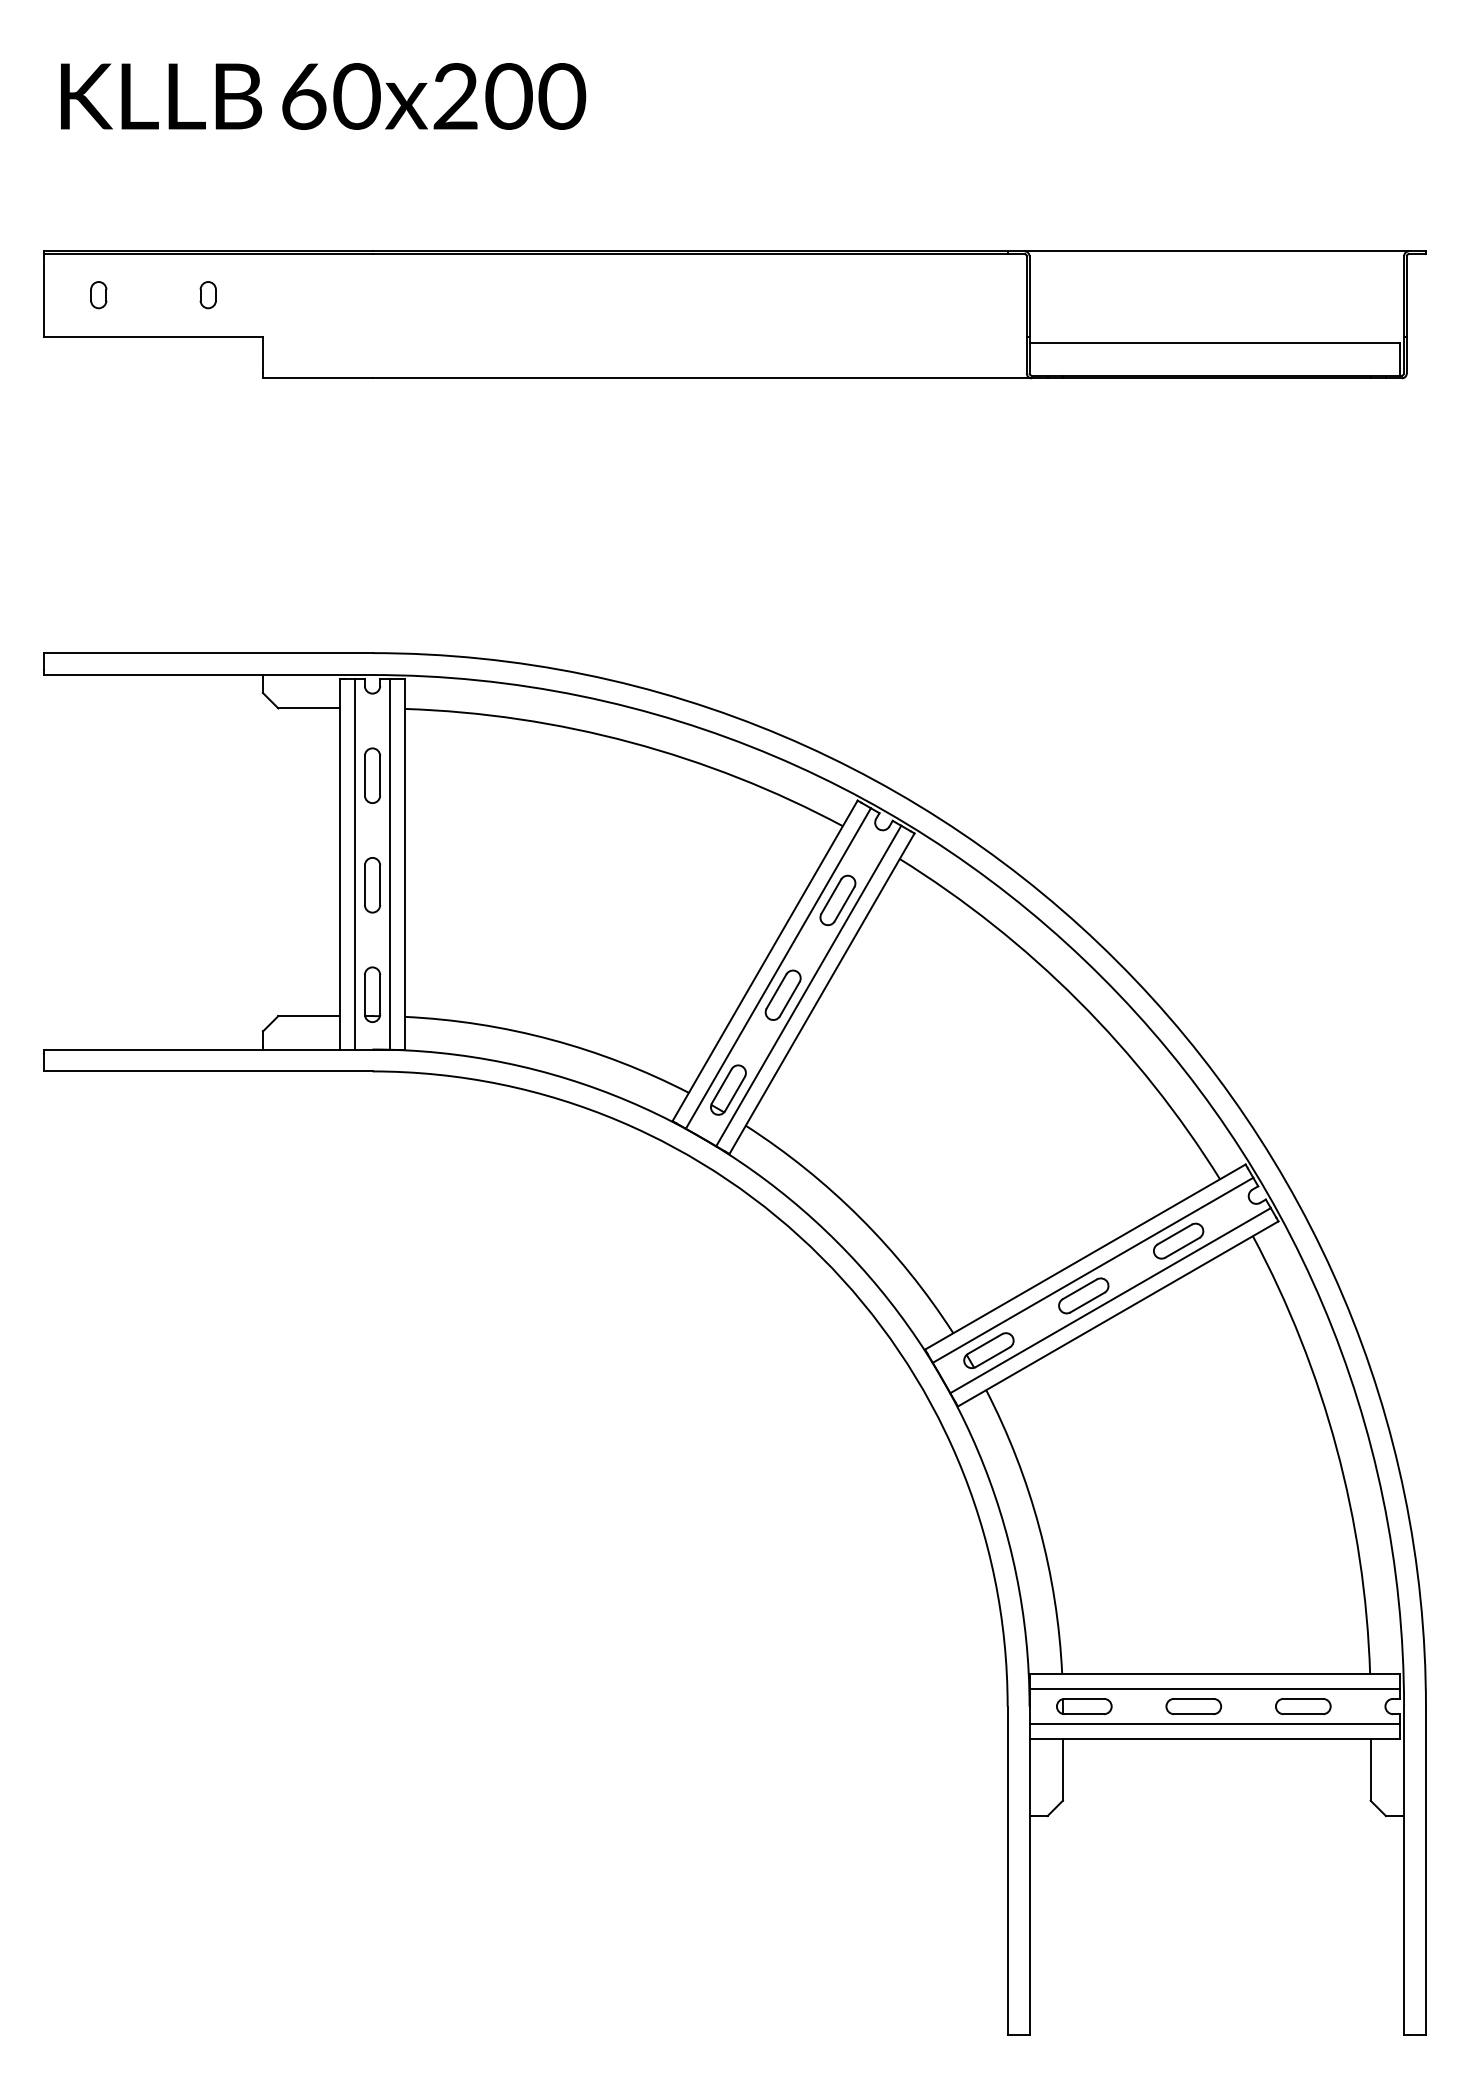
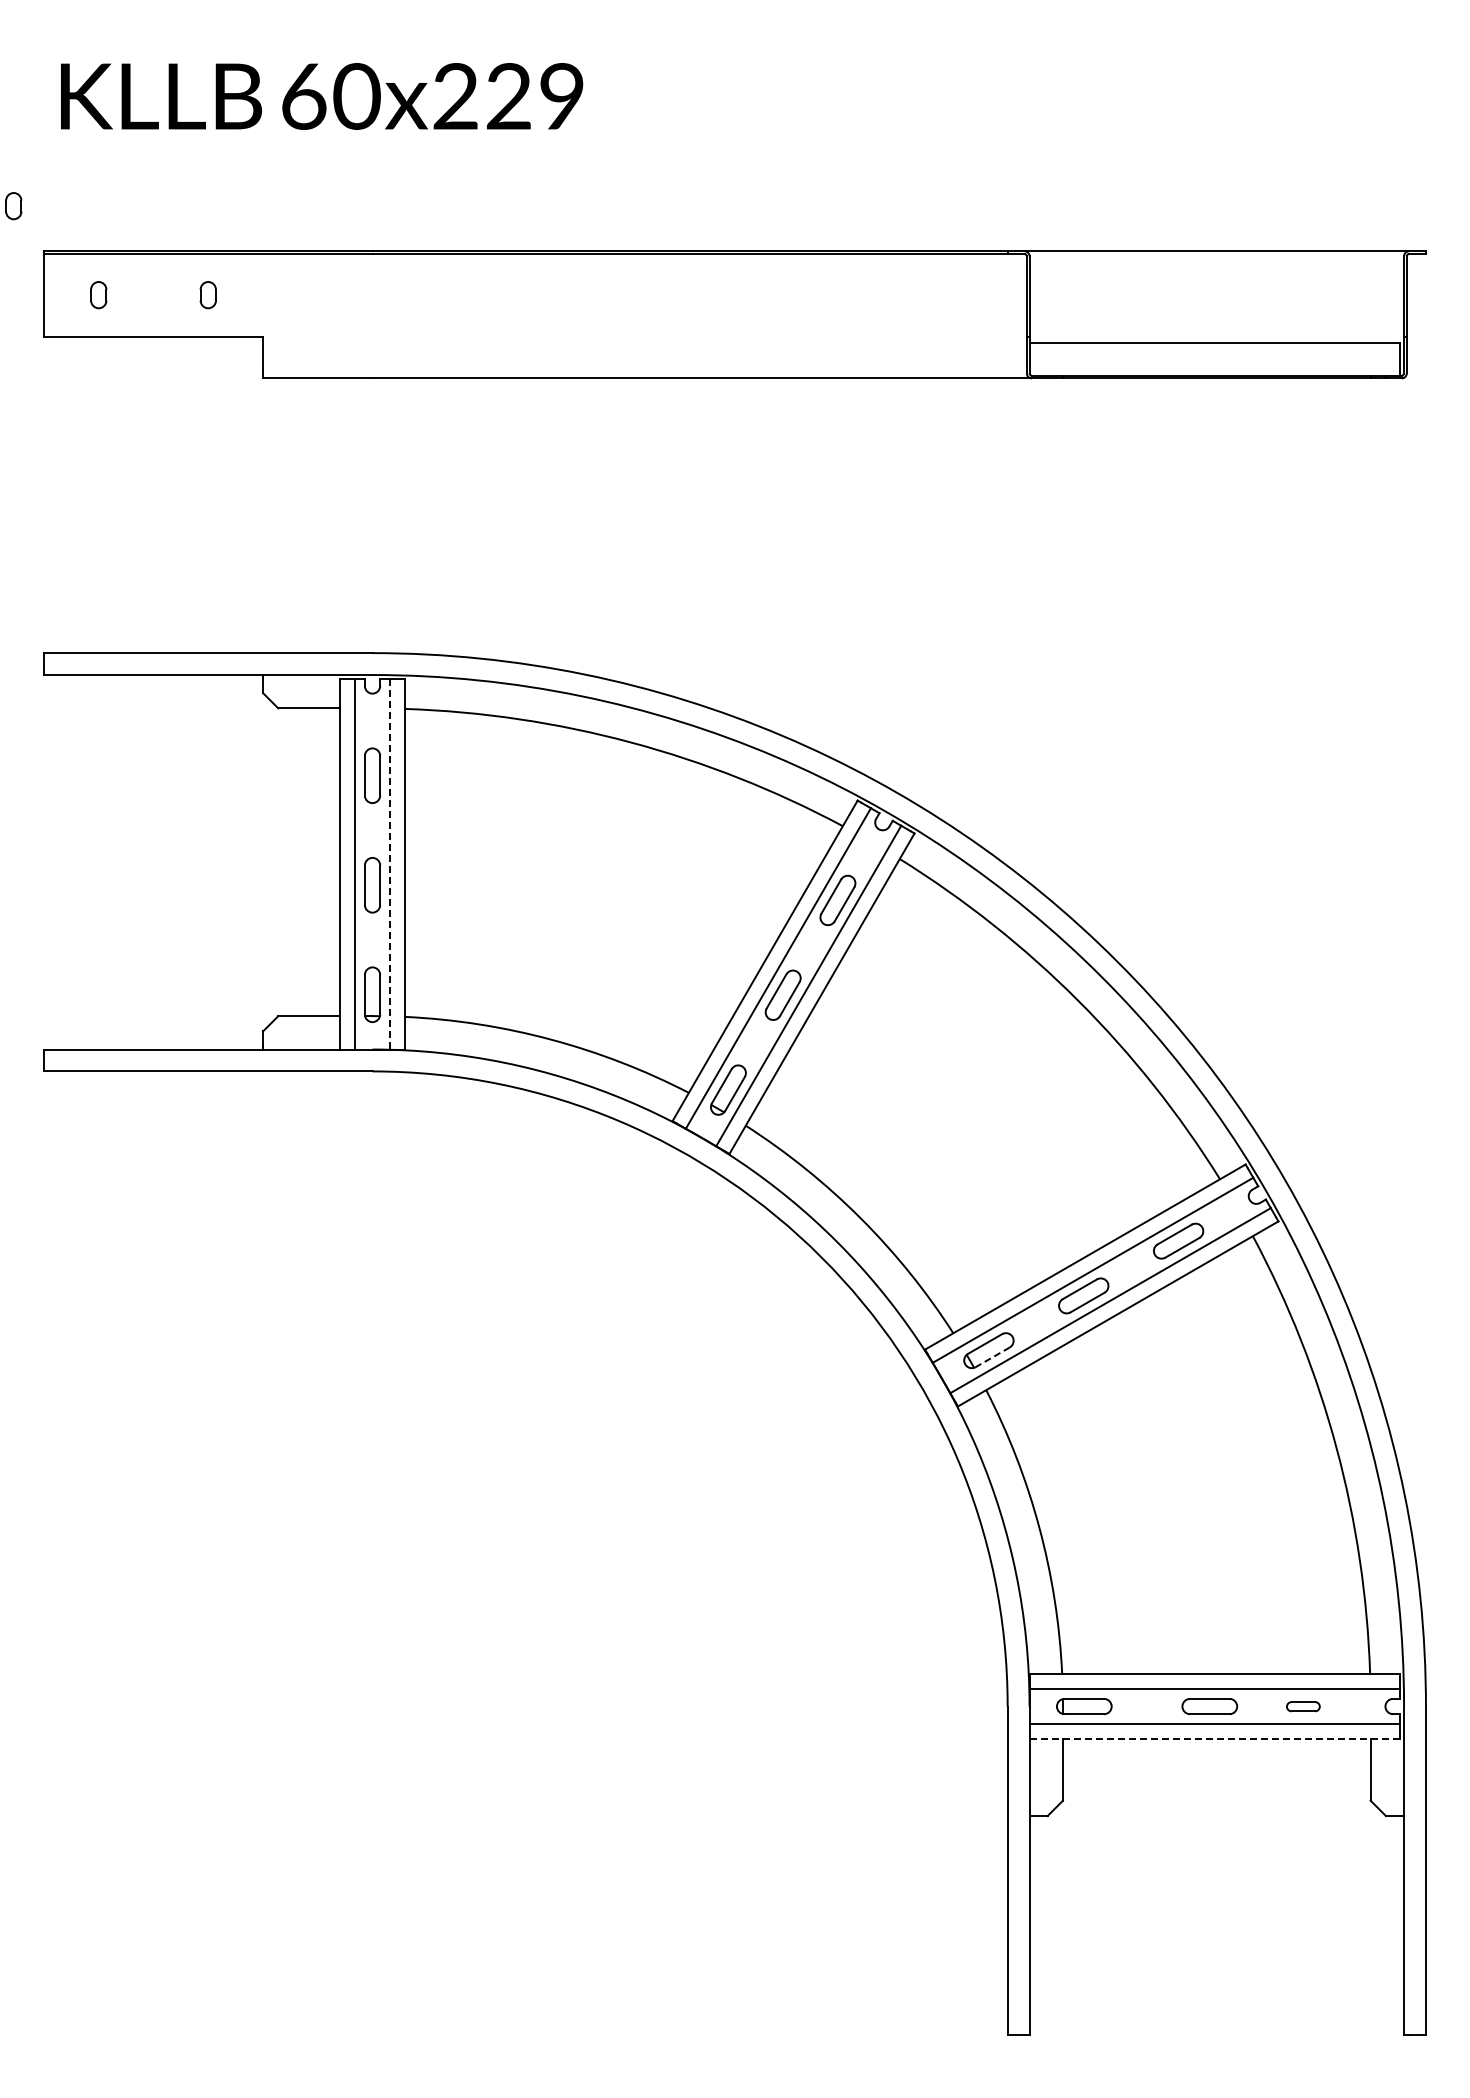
text at (535, 96): 60x200 -> 60x229
part at (13, 206): none -> present
line at (390, 864): solid -> dashed
line at (992, 1357): solid -> dashed
part at (1193, 1706) position: (1193, 1706) -> (1209, 1706)
part at (1303, 1706) size: 57x18 px -> 35x12 px
line at (1215, 1739): solid -> dashed
